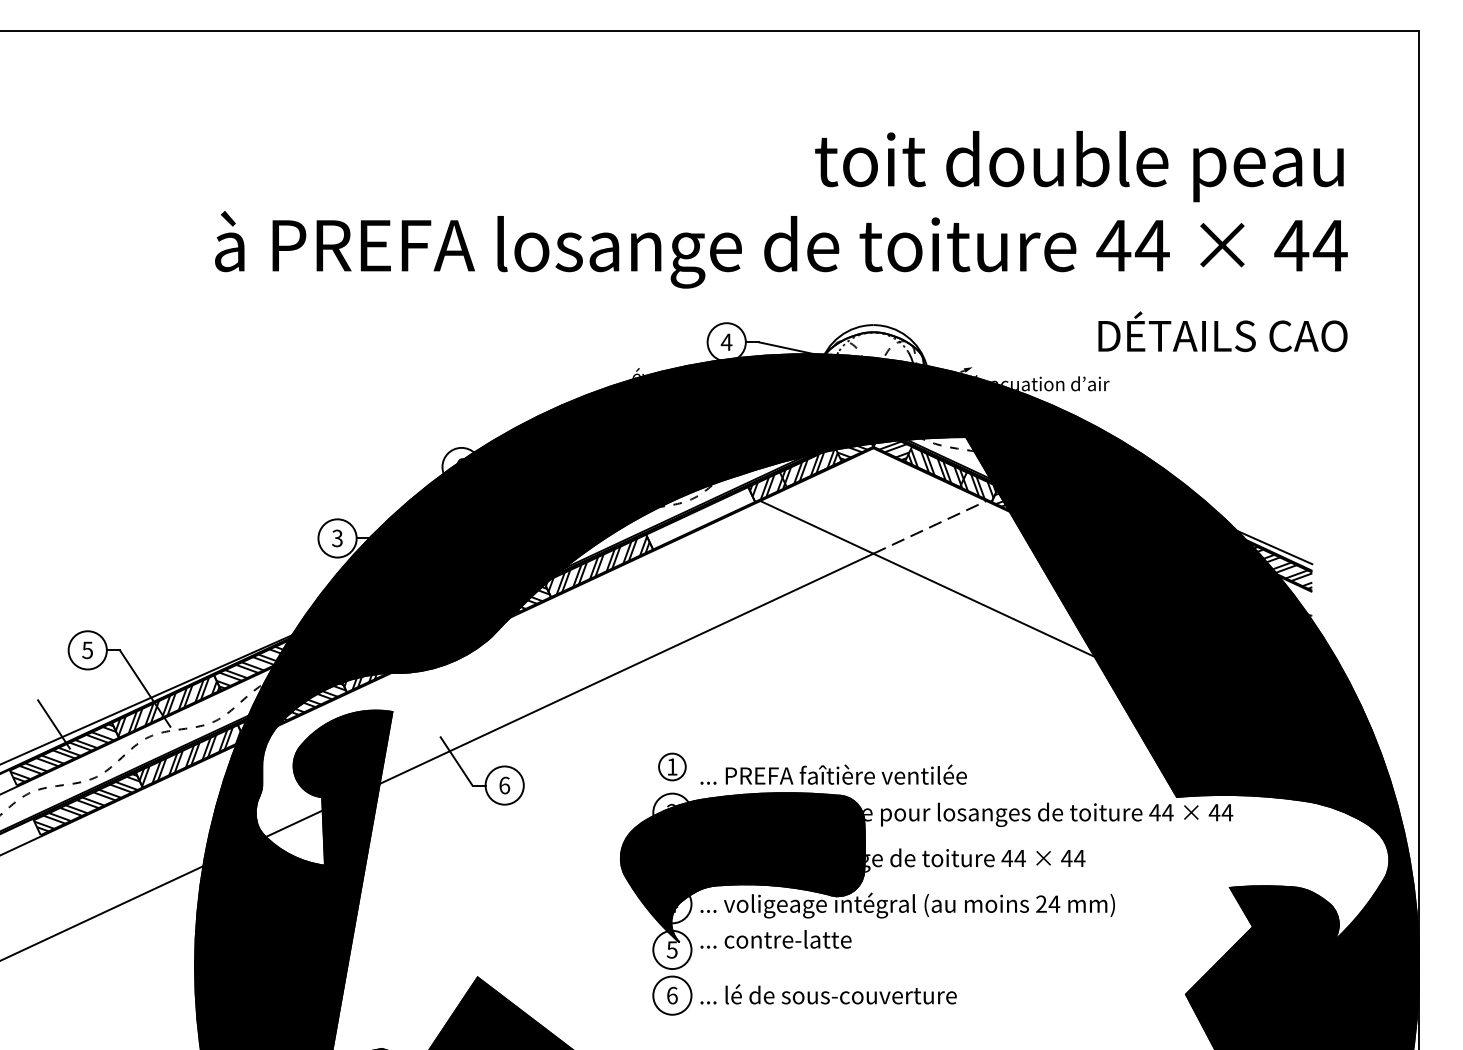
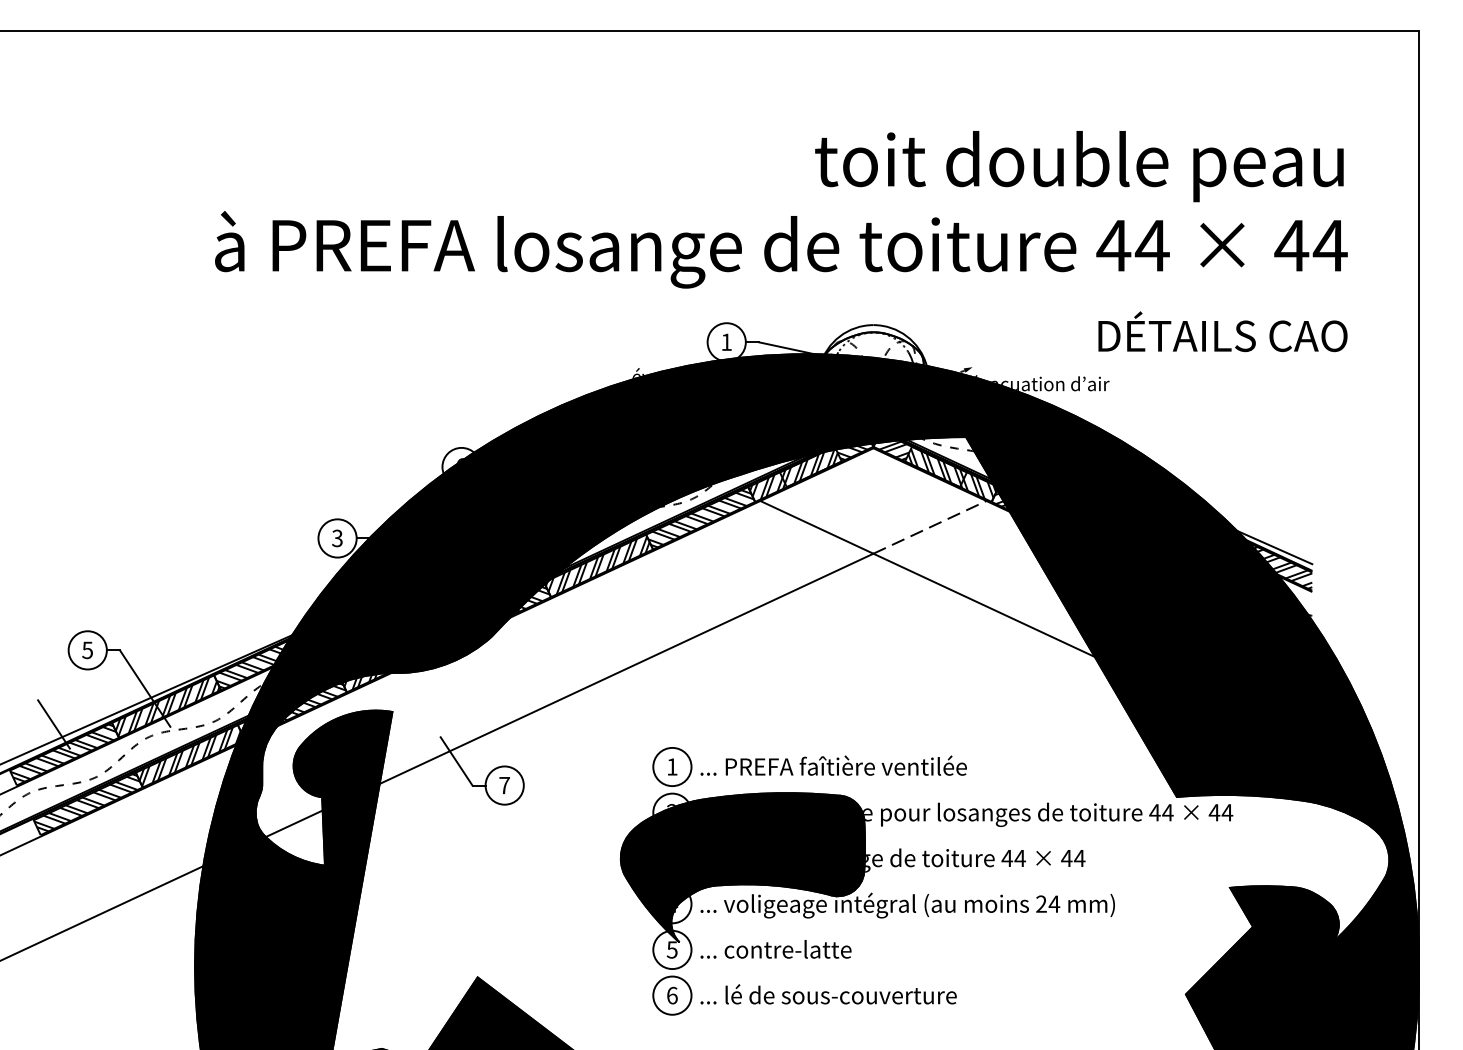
text at (726, 341): 4 -> 1
hatch at (700, 518): none -> present
circle at (672, 766) diameter: 27 px -> 38 px
text at (833, 774) position: (833, 774) -> (833, 765)
text at (504, 785): 6 -> 7
text at (775, 939) position: (775, 939) -> (775, 949)
